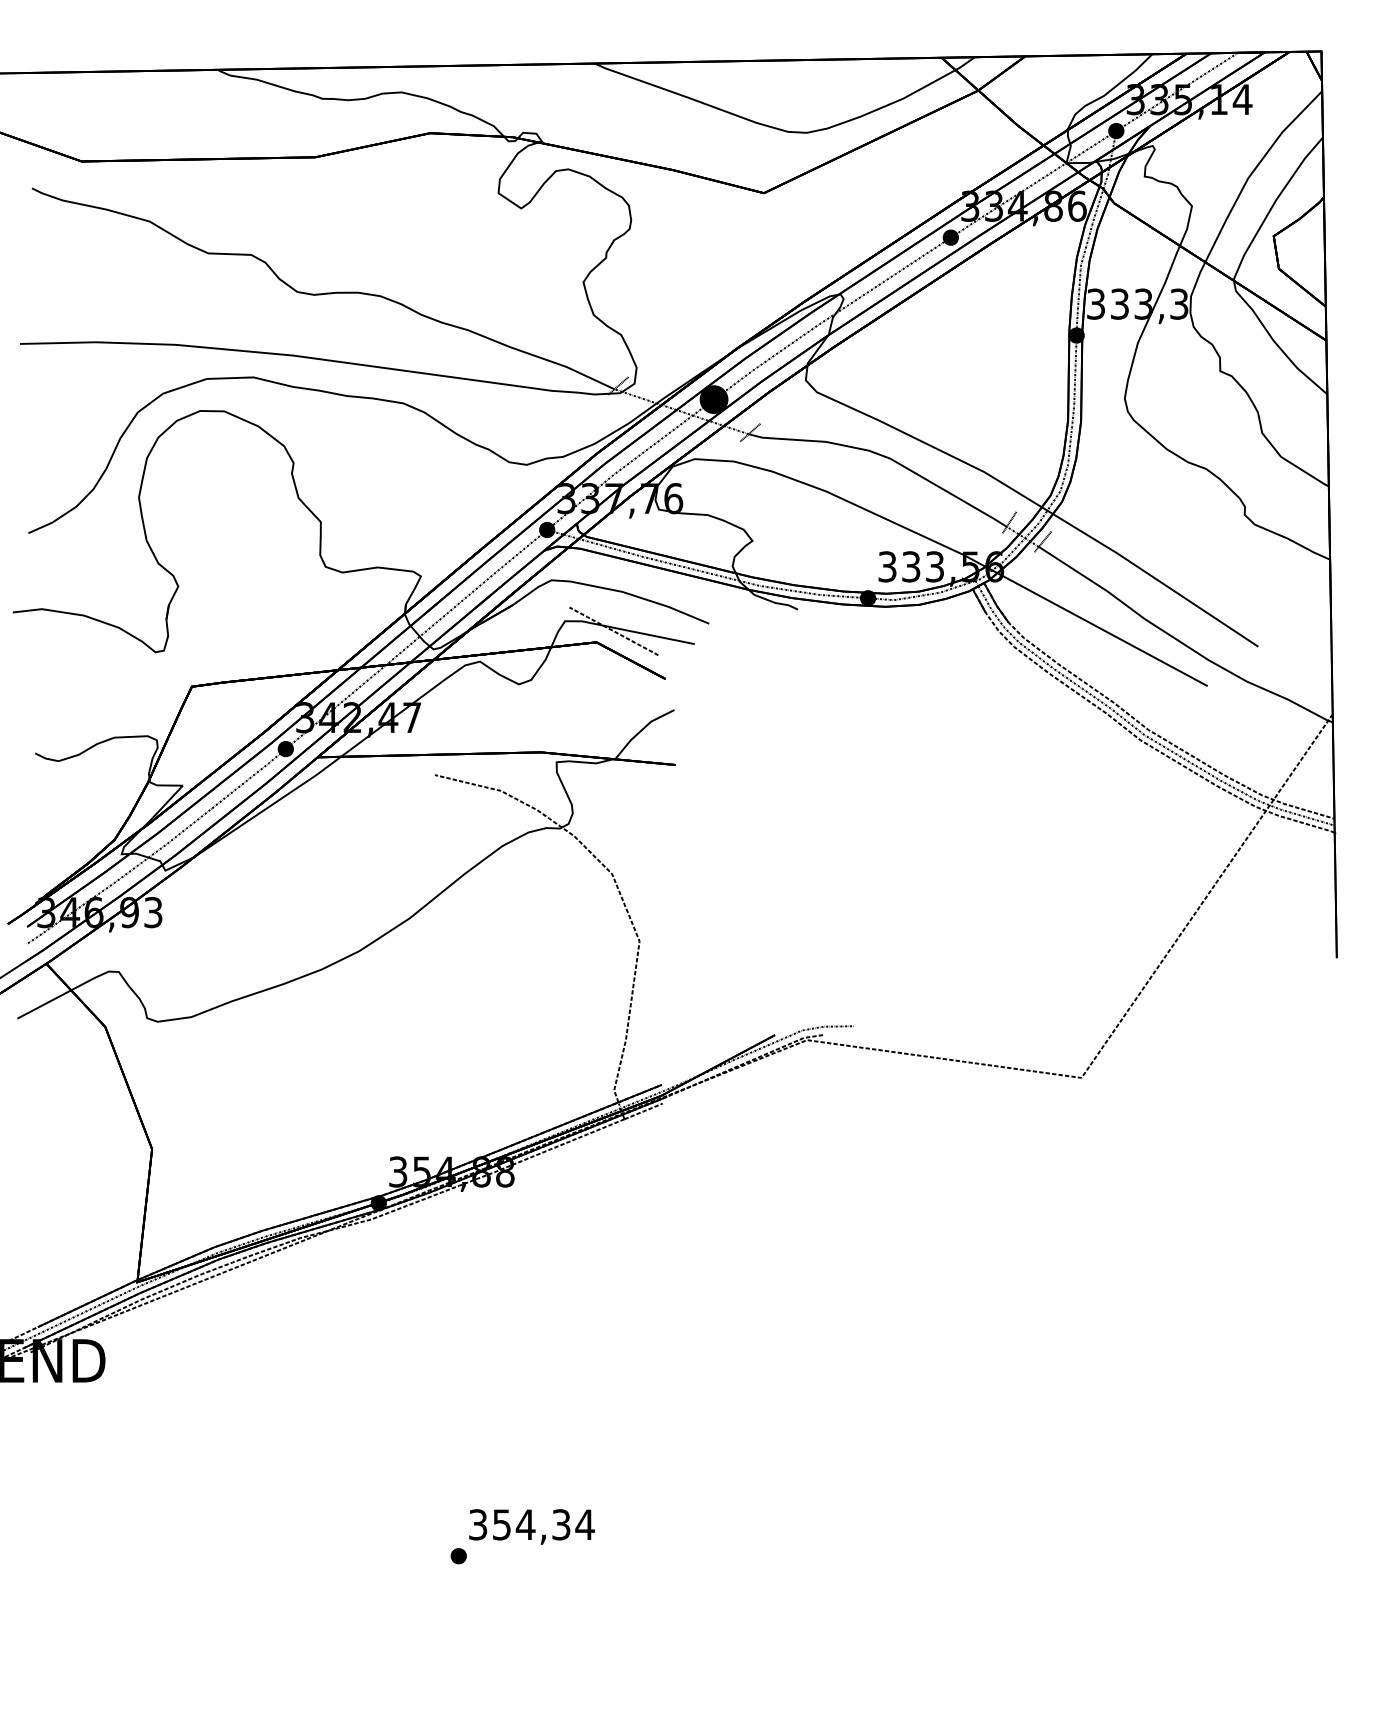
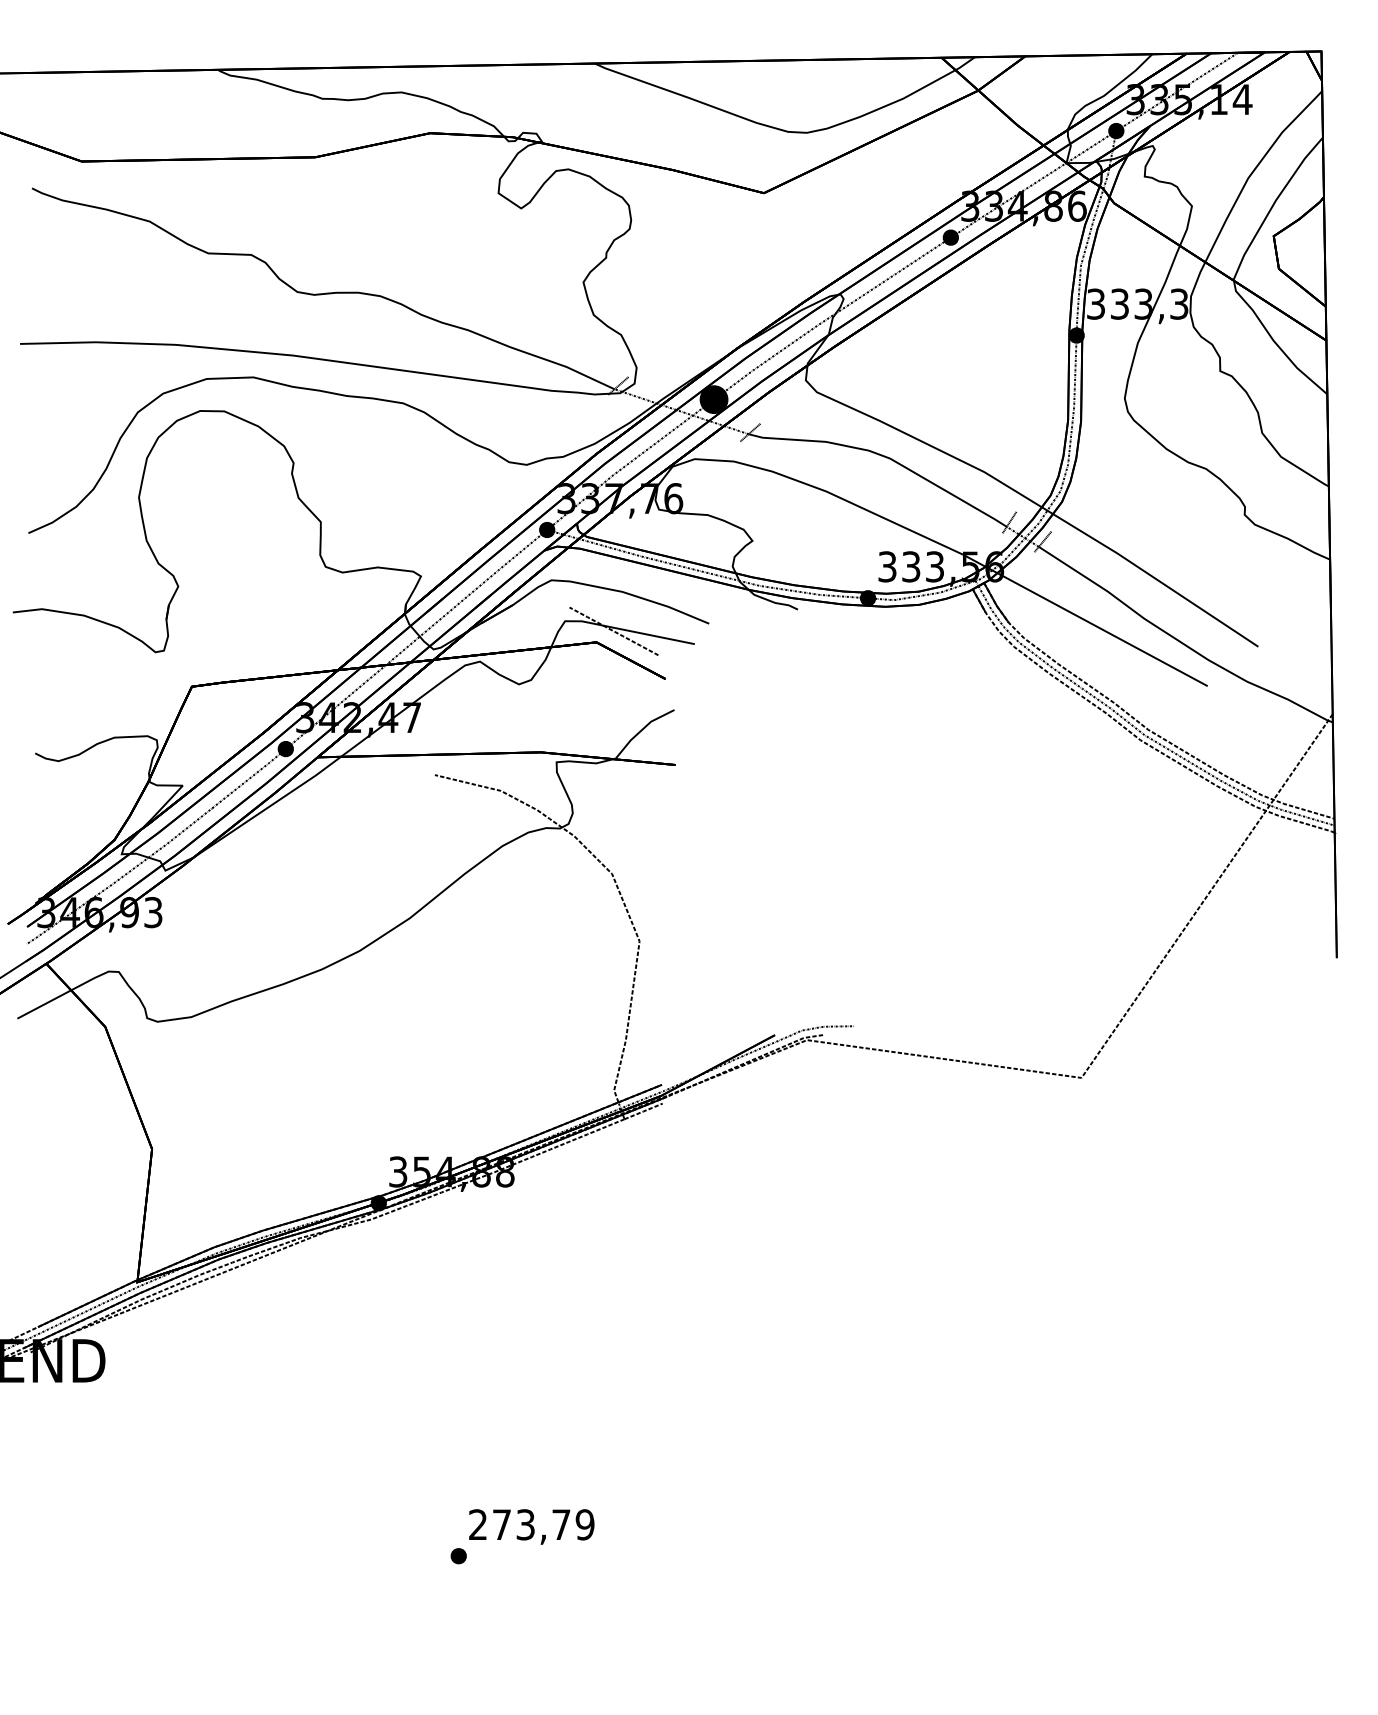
text at (531, 1524): 354,34 -> 273,79
